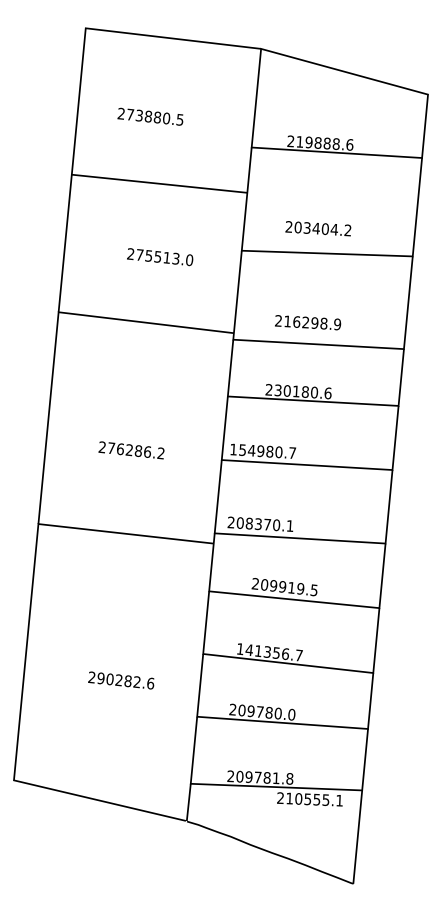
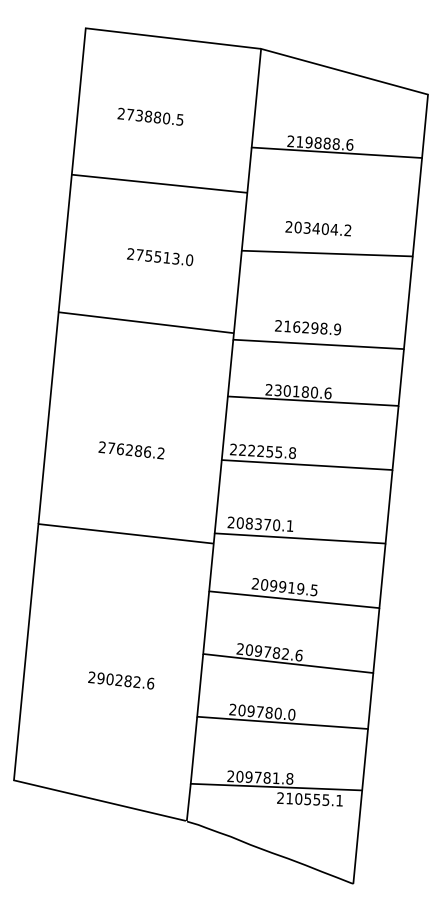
text at (308, 322) position: (308, 322) -> (308, 327)
text at (262, 451): 154980.7 -> 222255.8
text at (269, 652): 141356.7 -> 209782.6
